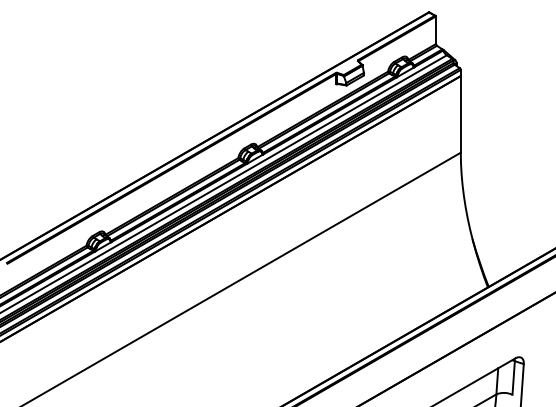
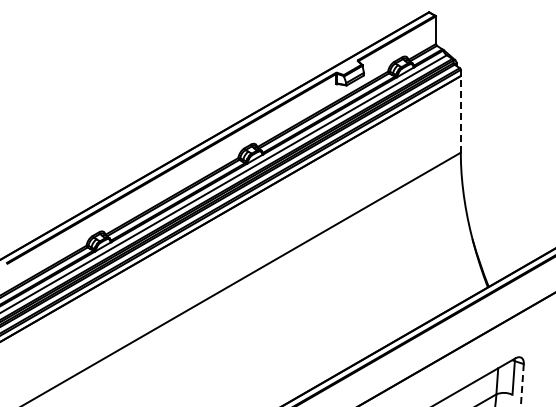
line at (460, 113): solid -> dashed
line at (522, 386): solid -> dashed
